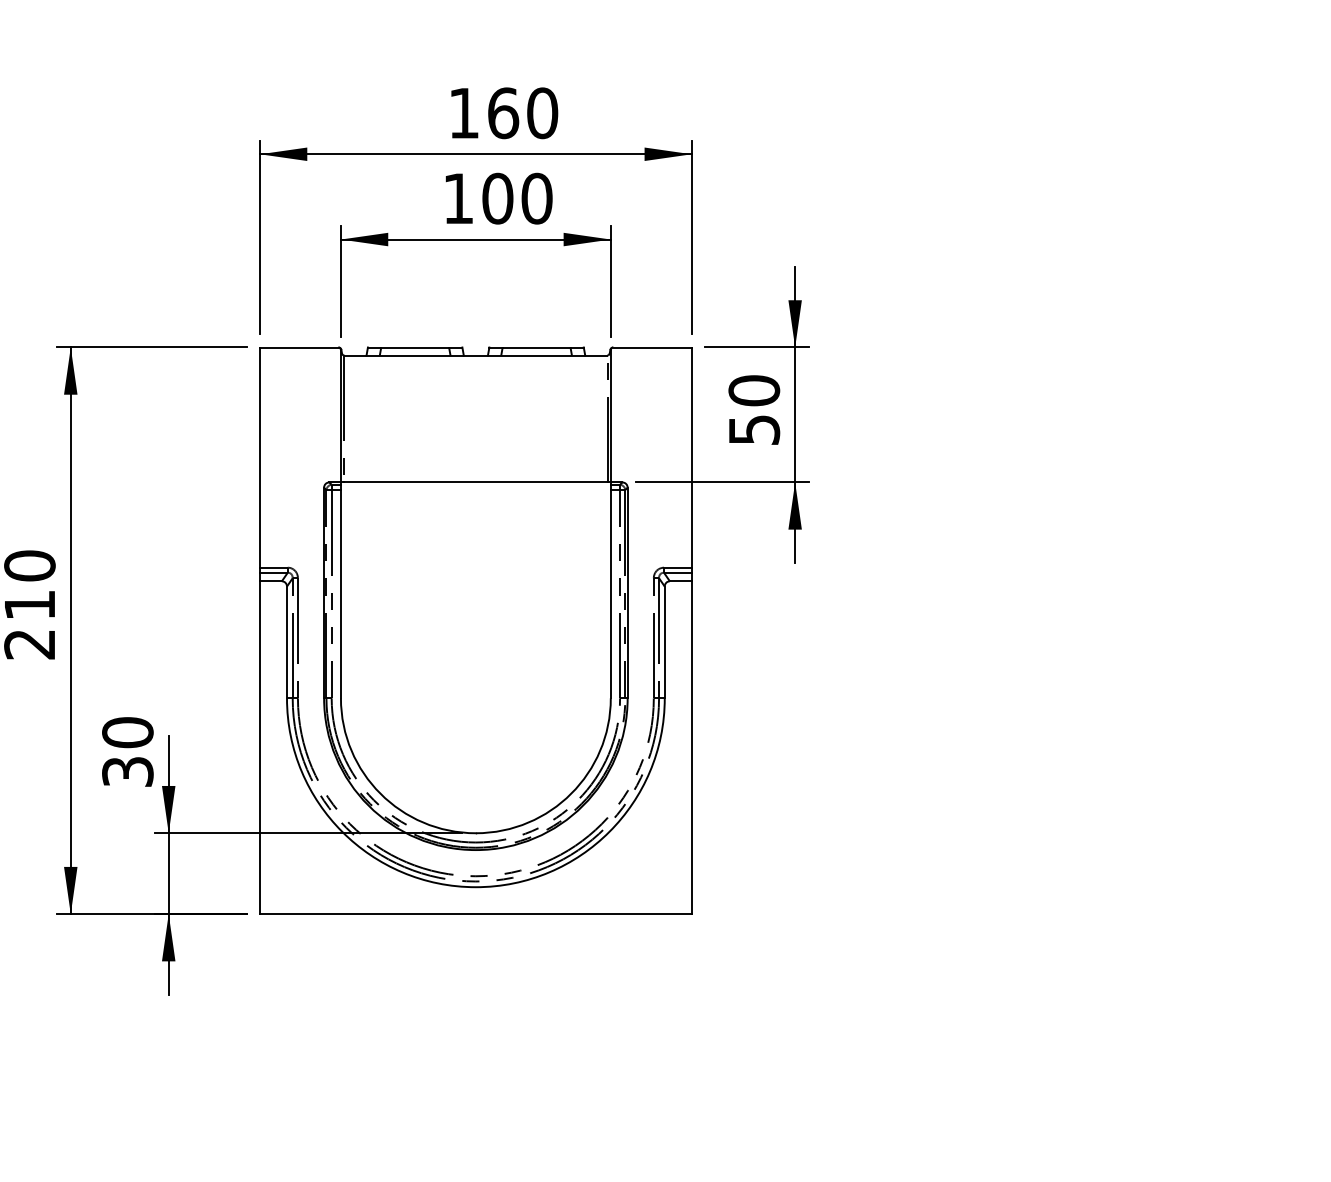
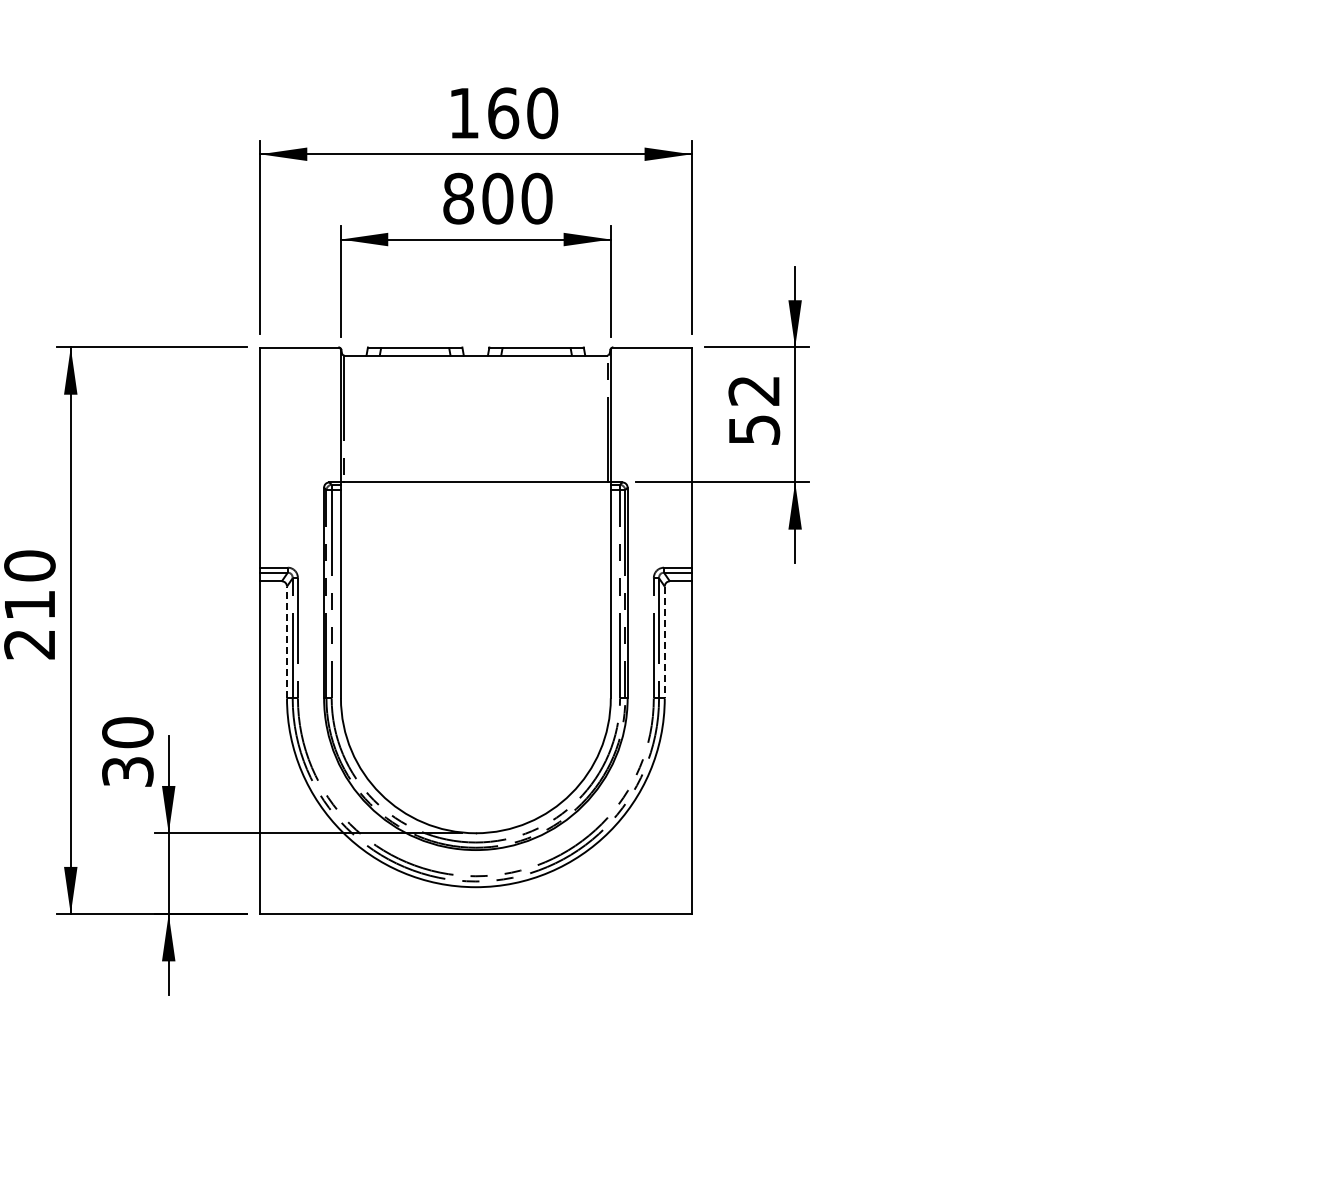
text at (458, 198): 100 -> 800
text at (754, 390): 50 -> 52
line at (287, 642): solid -> dashed
line at (664, 642): solid -> dashed
